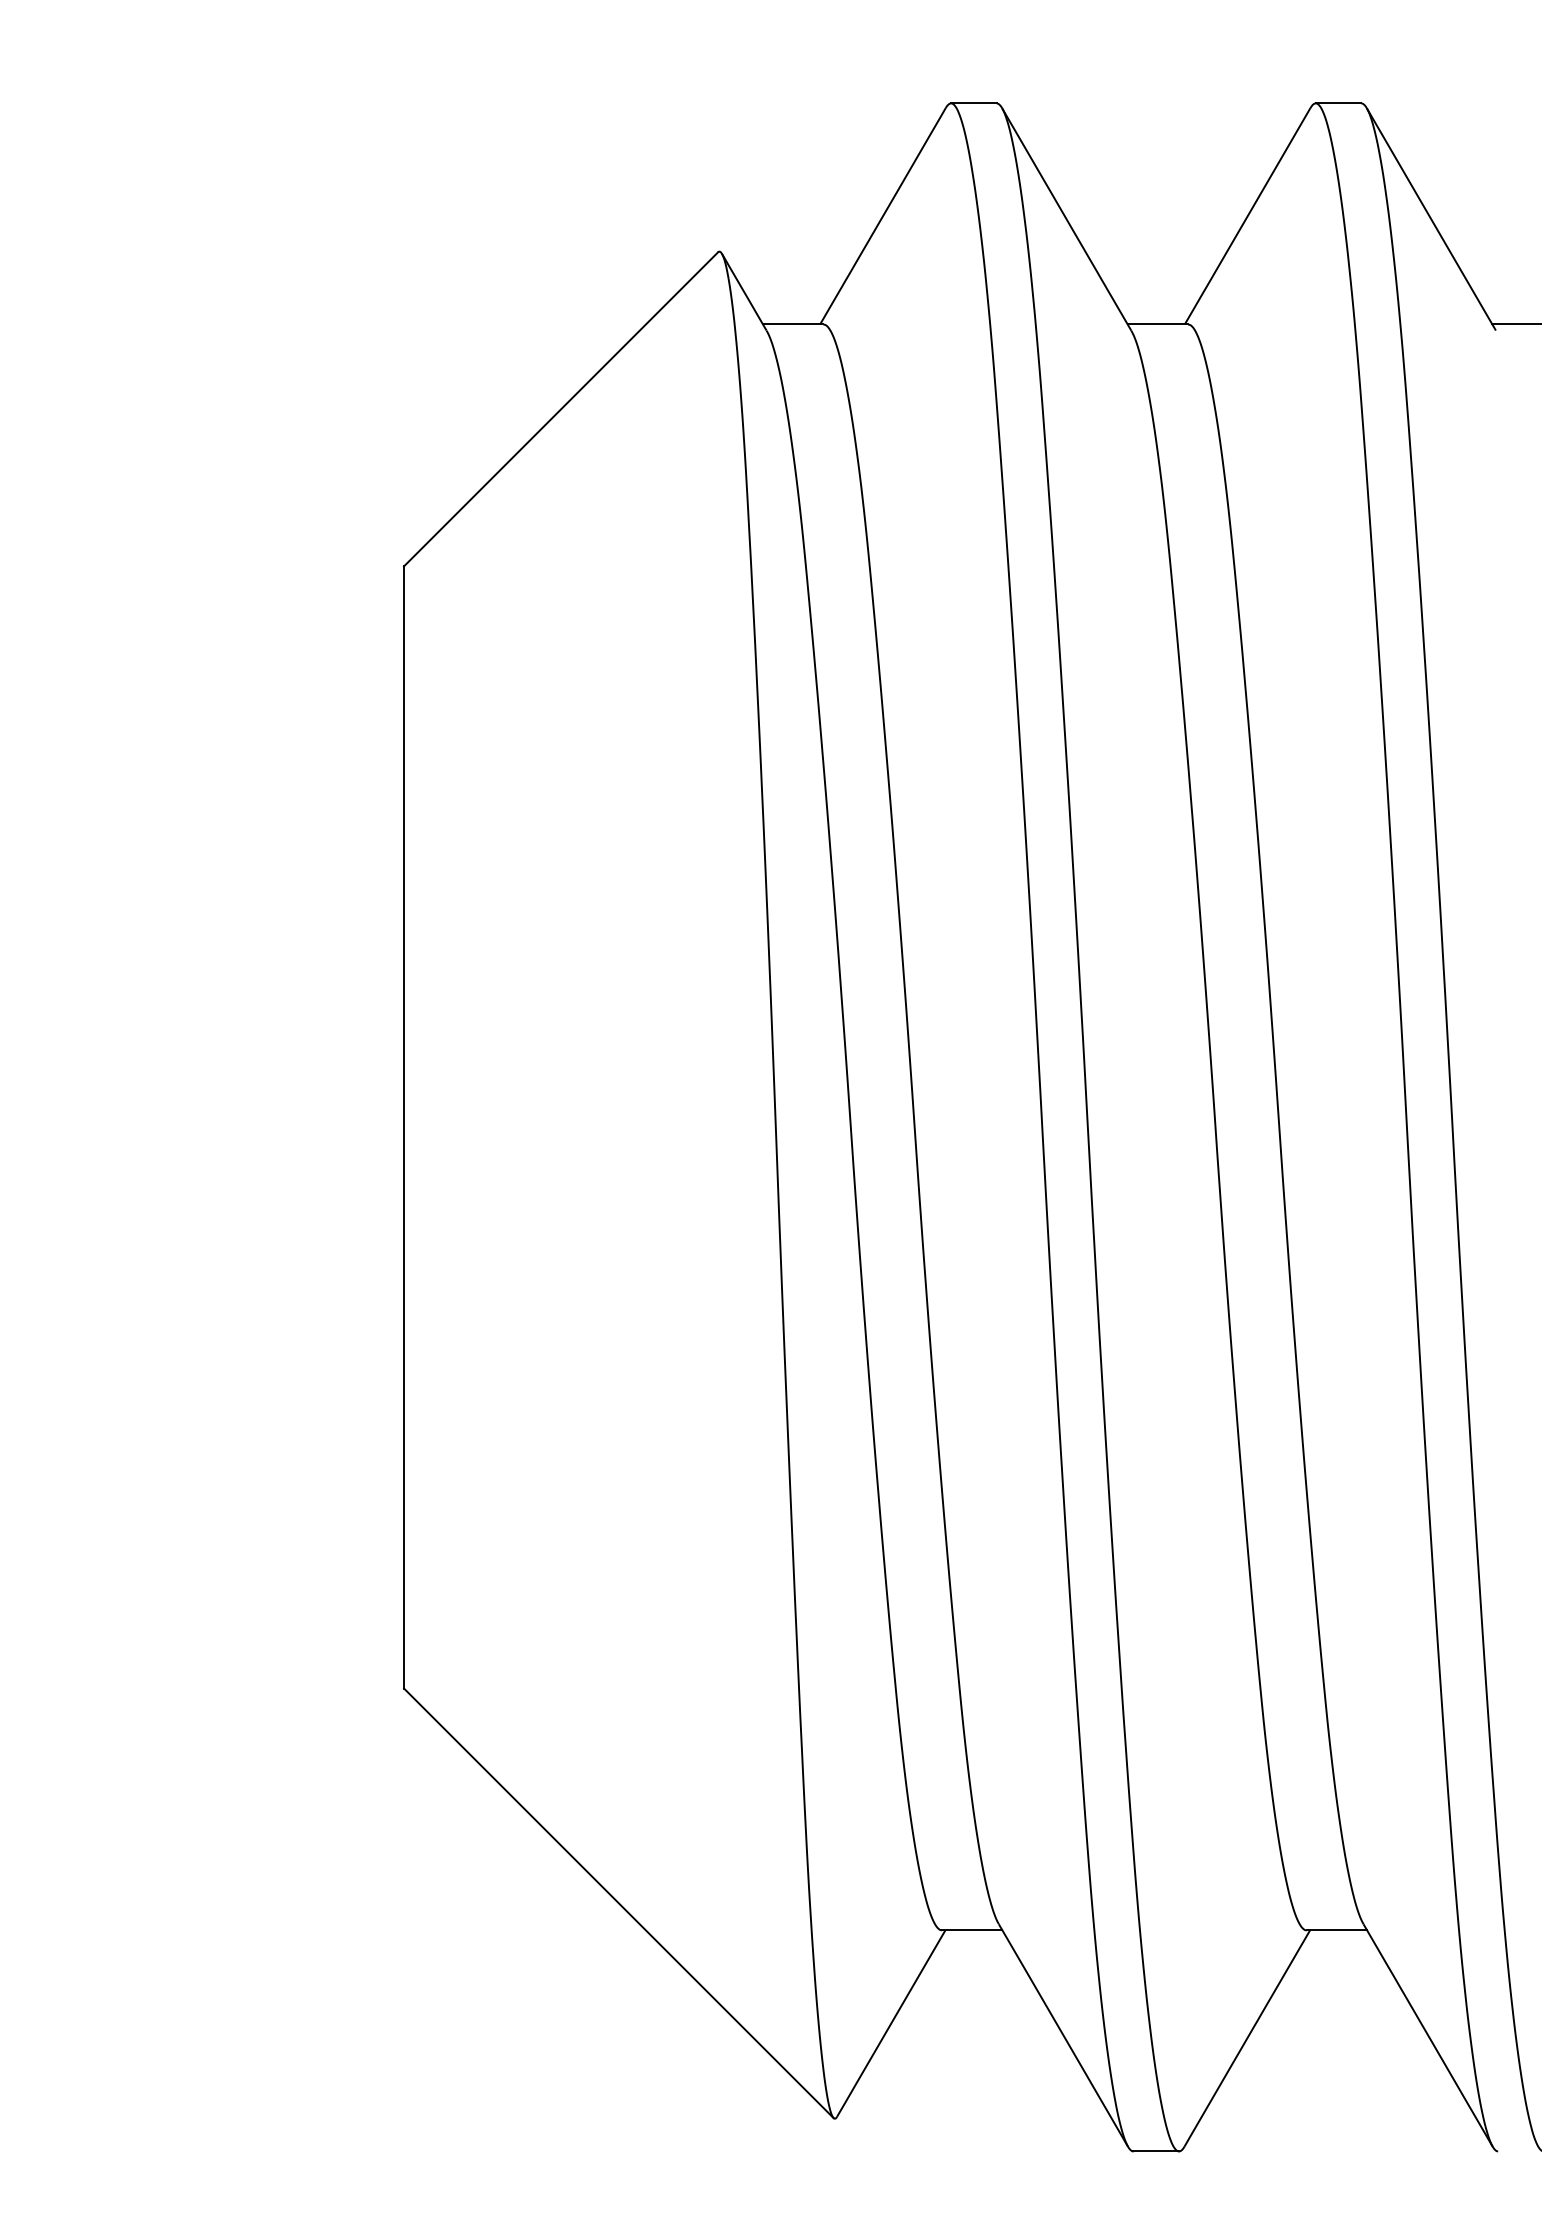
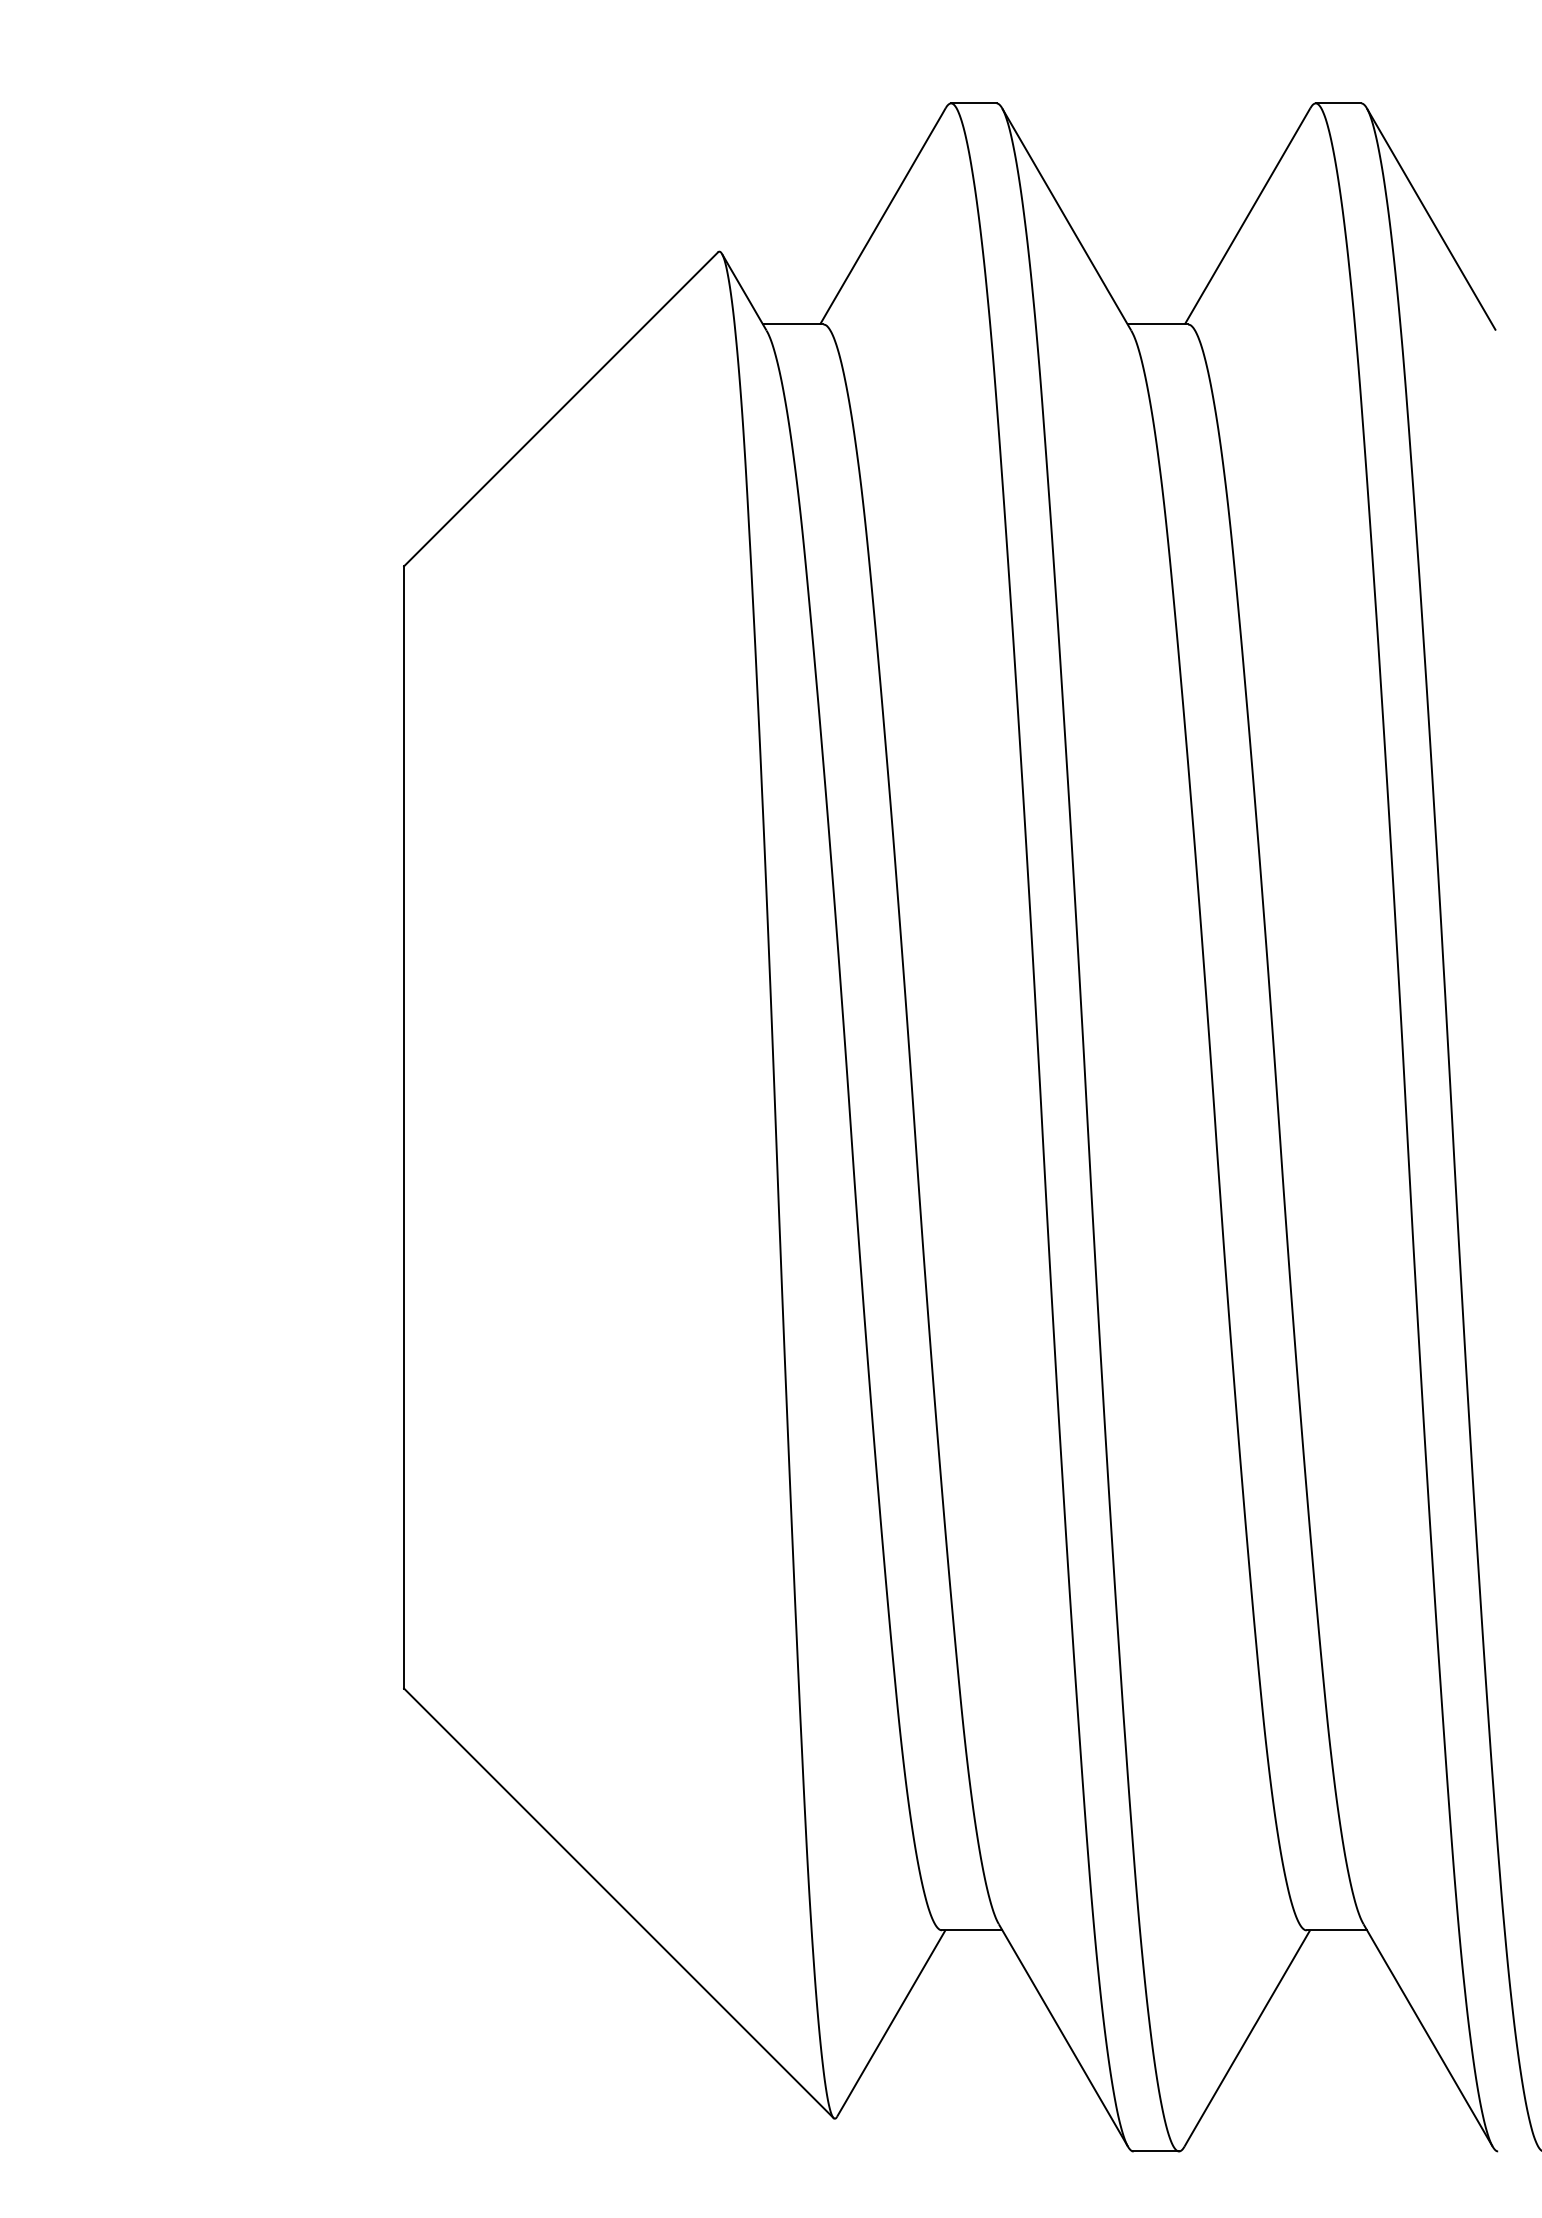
line at (1515, 324): present -> none
